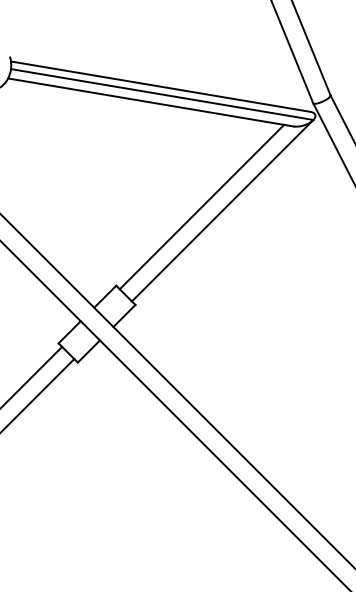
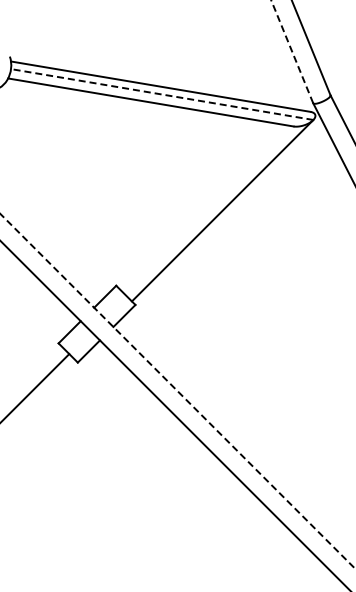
line at (292, 51): solid -> dashed
line at (161, 94): solid -> dashed
line at (201, 206): present -> none
line at (32, 376): present -> none
line at (178, 391): solid -> dashed
line at (38, 395) position: (38, 395) -> (35, 387)
